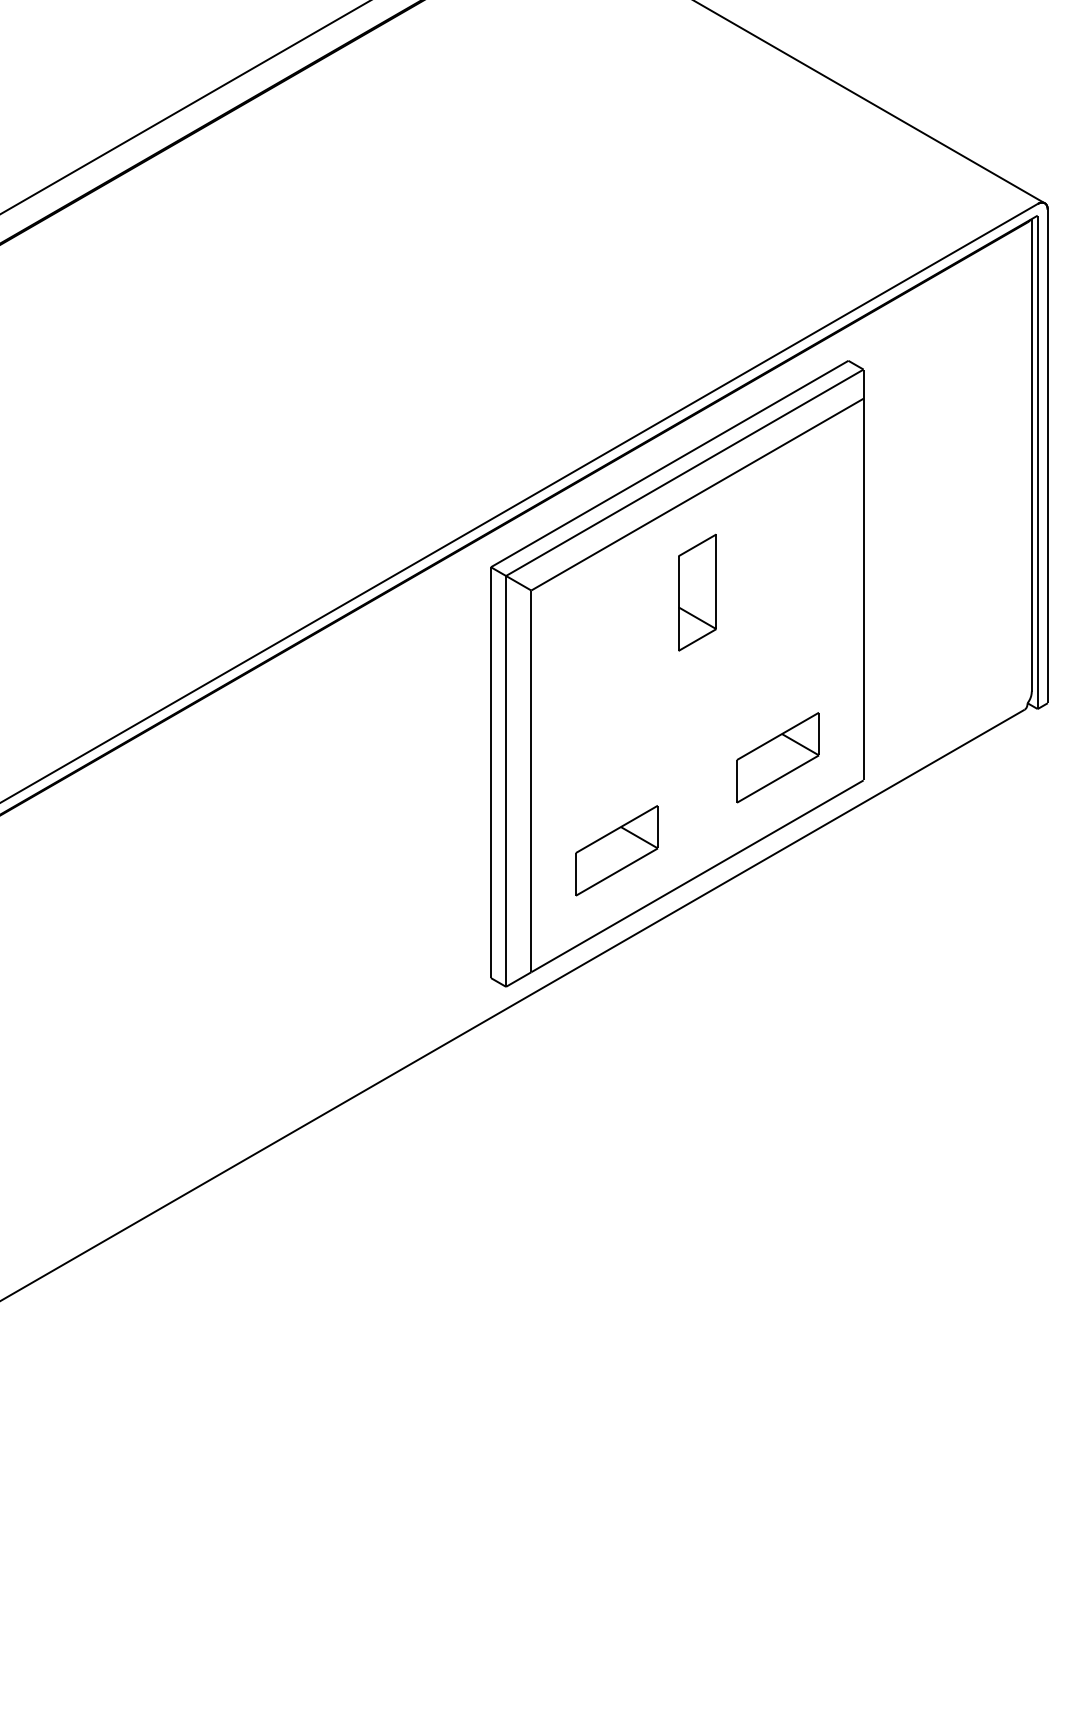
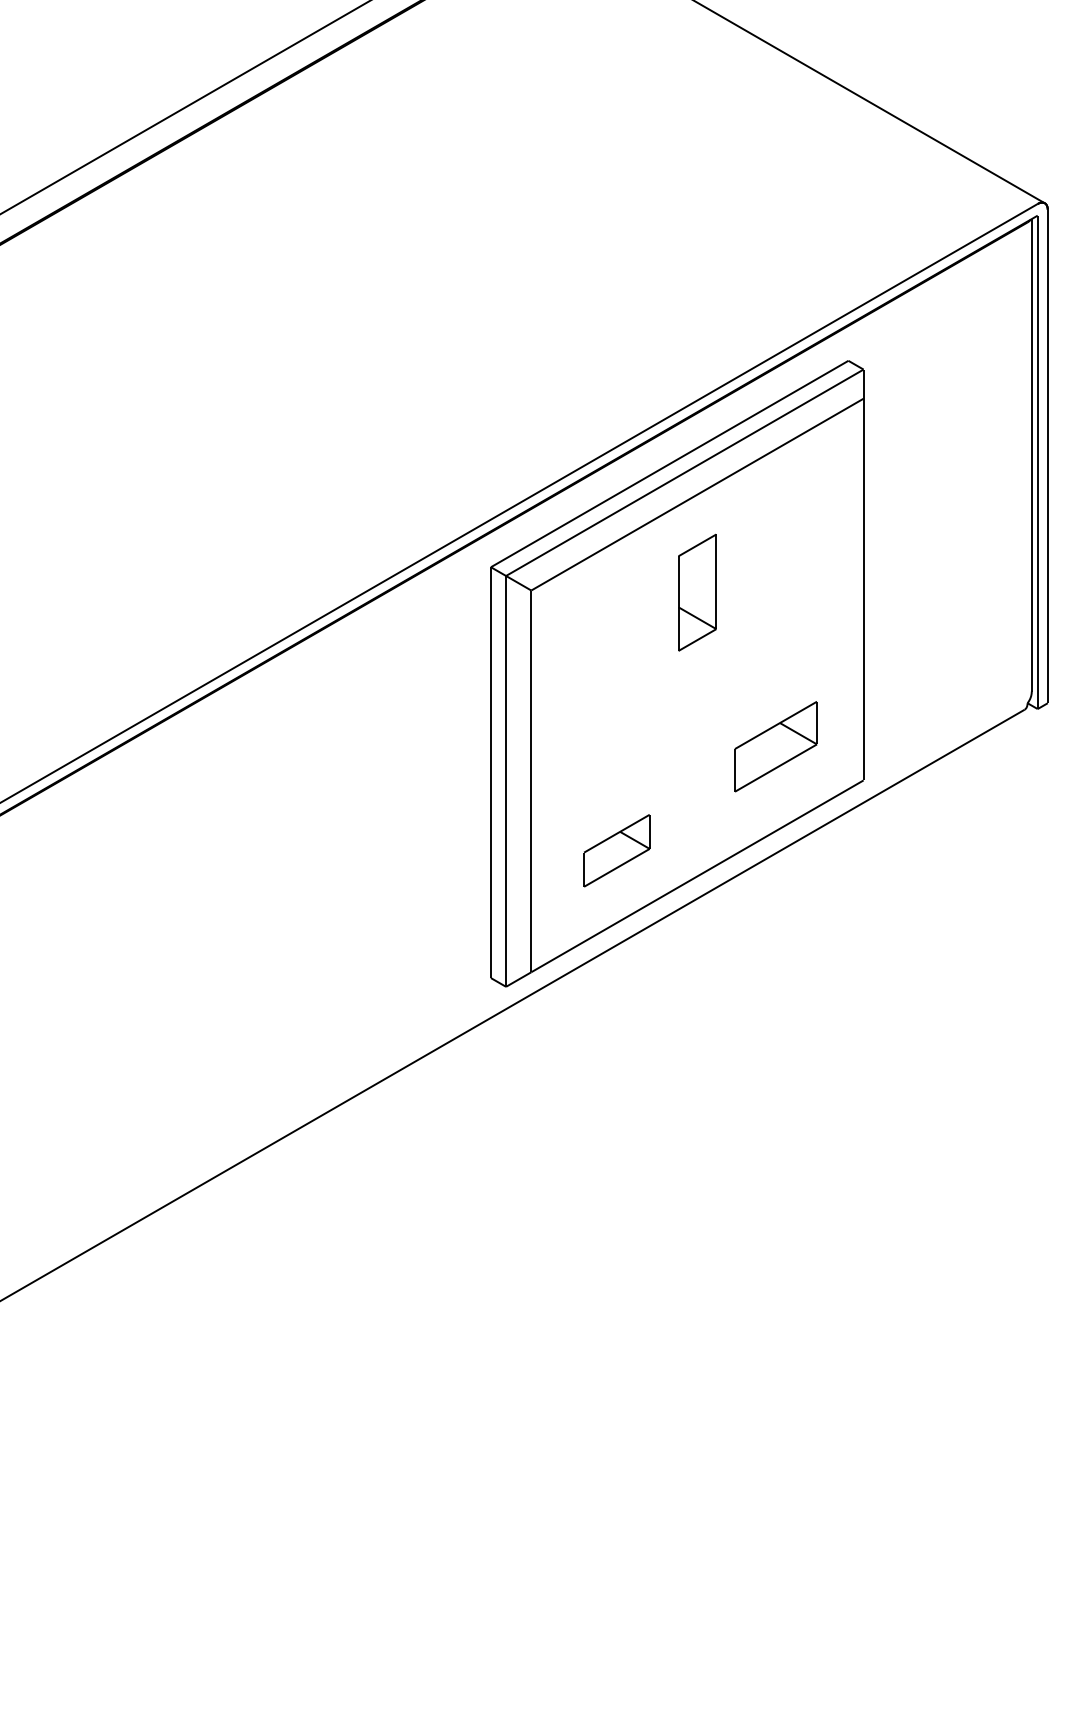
part at (777, 757) position: (777, 757) -> (775, 746)
part at (616, 850) size: 84x92 px -> 68x74 px
